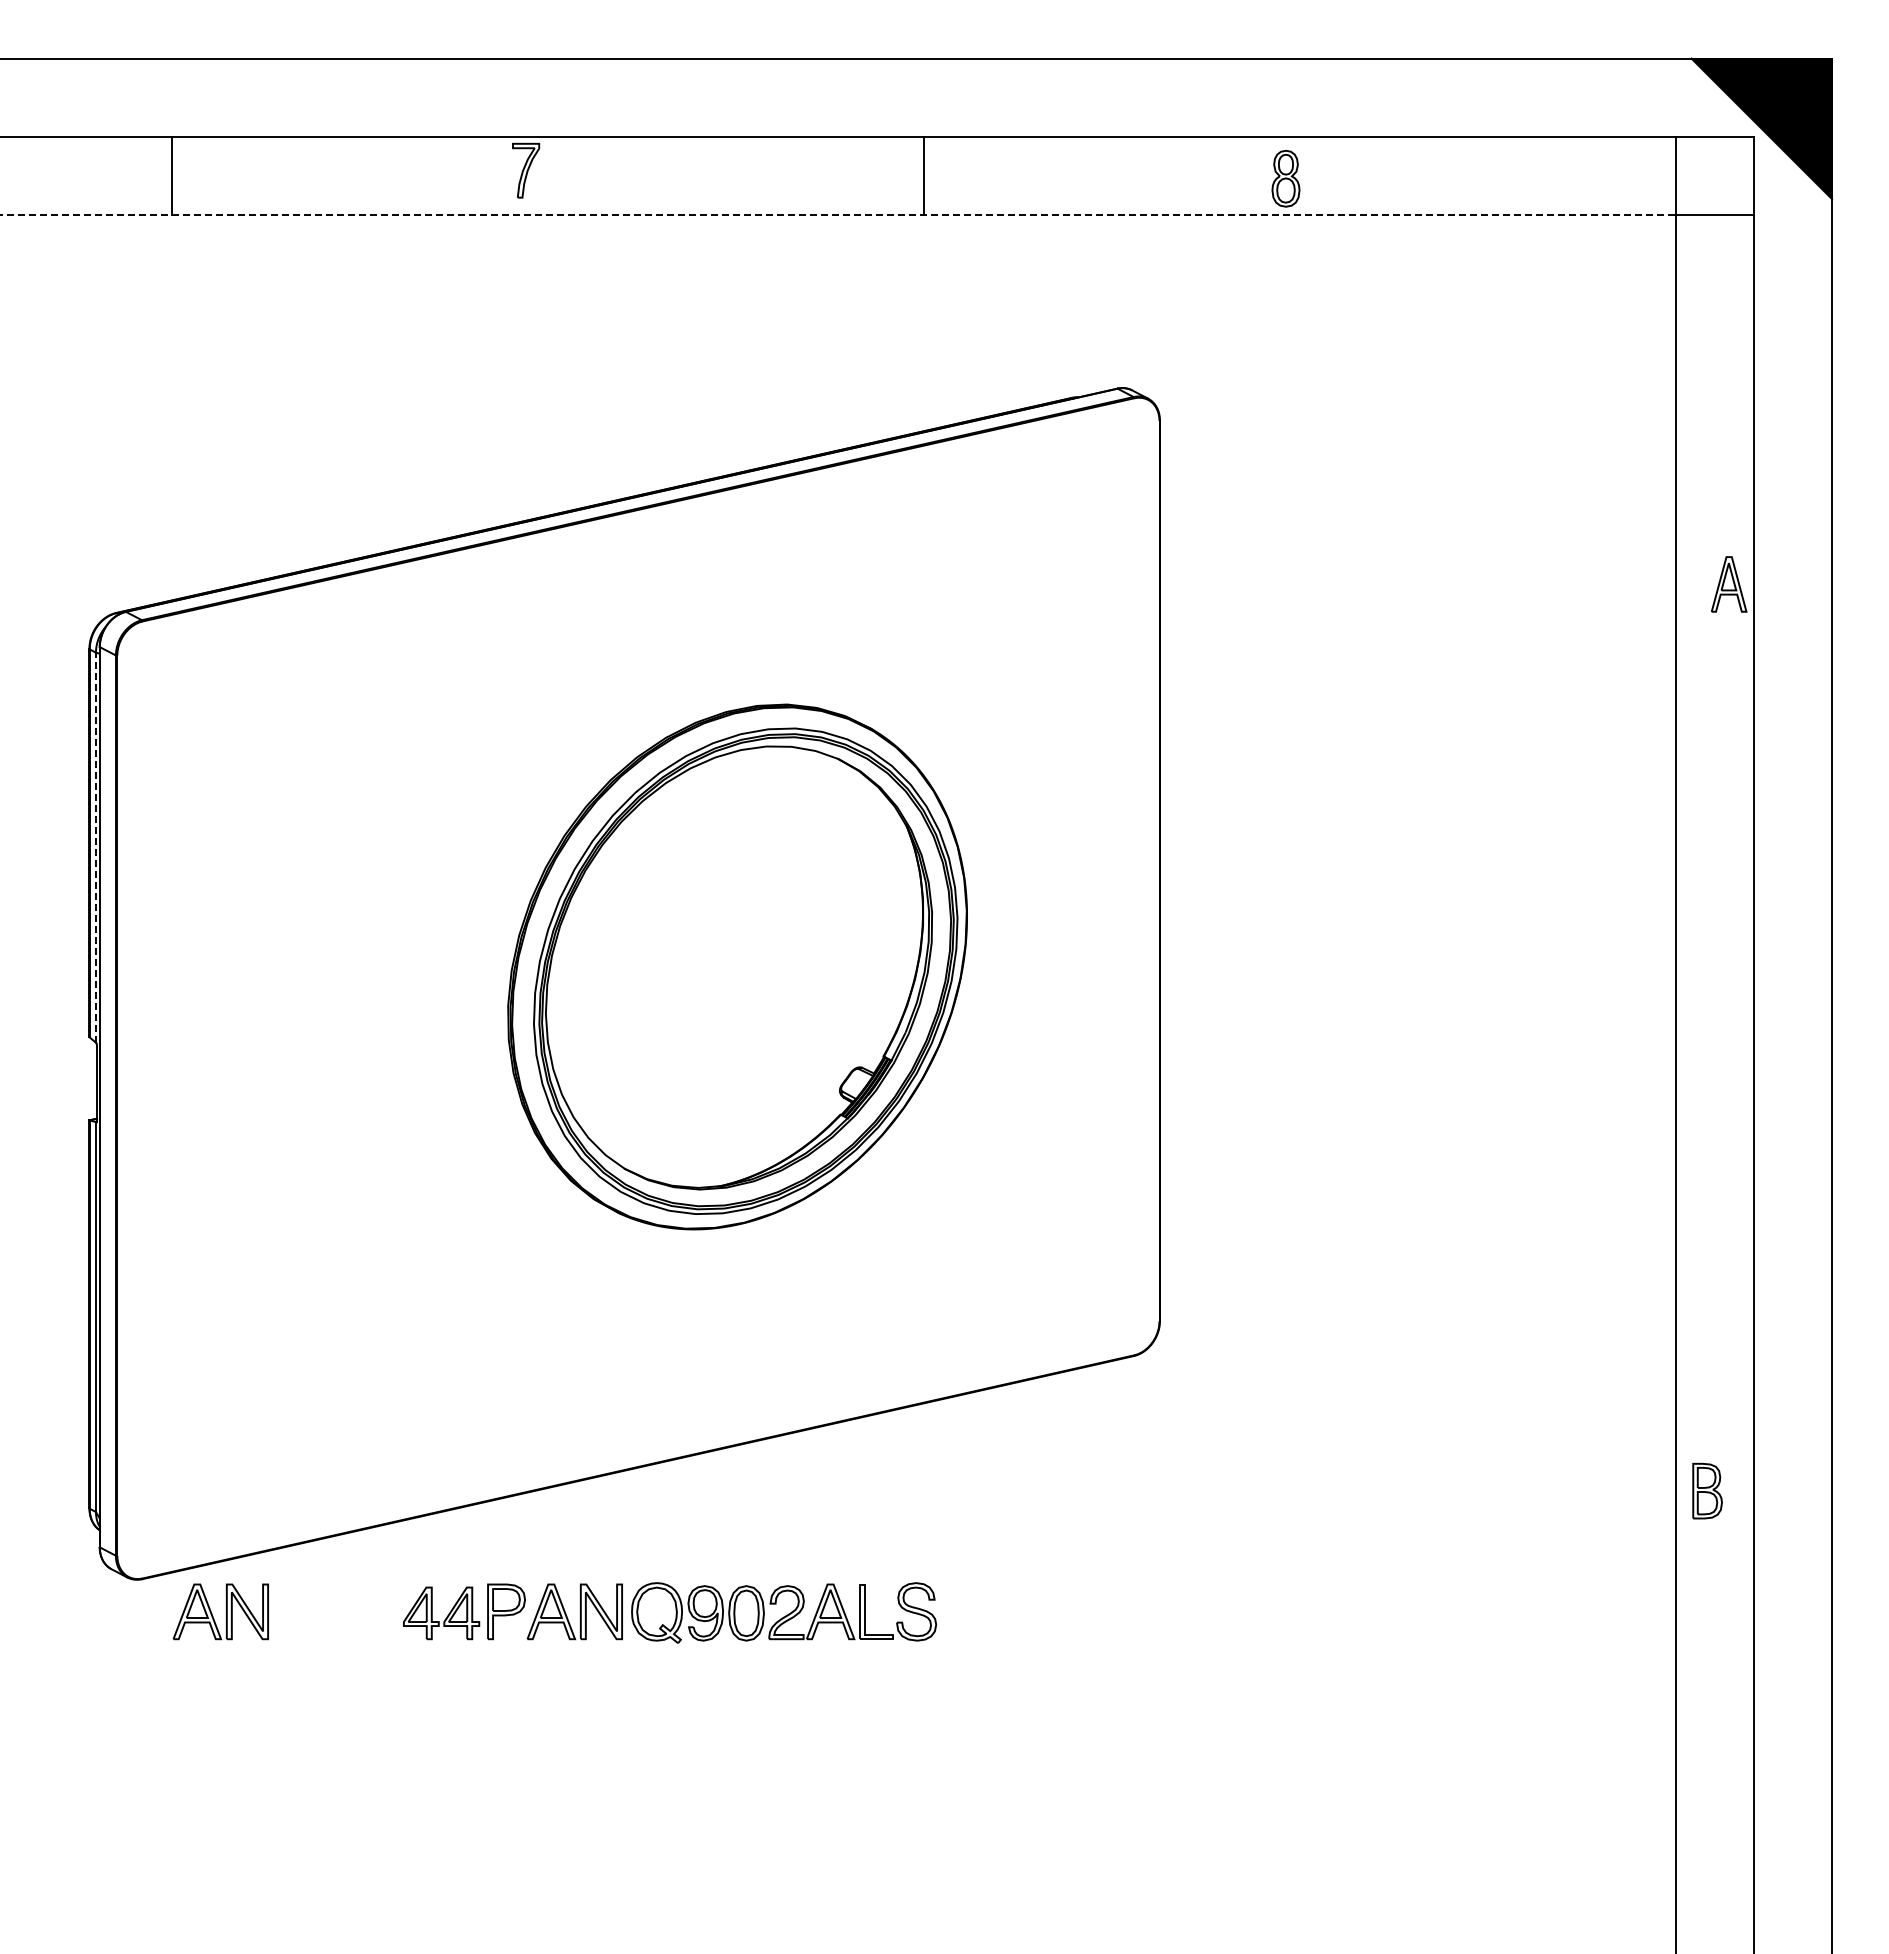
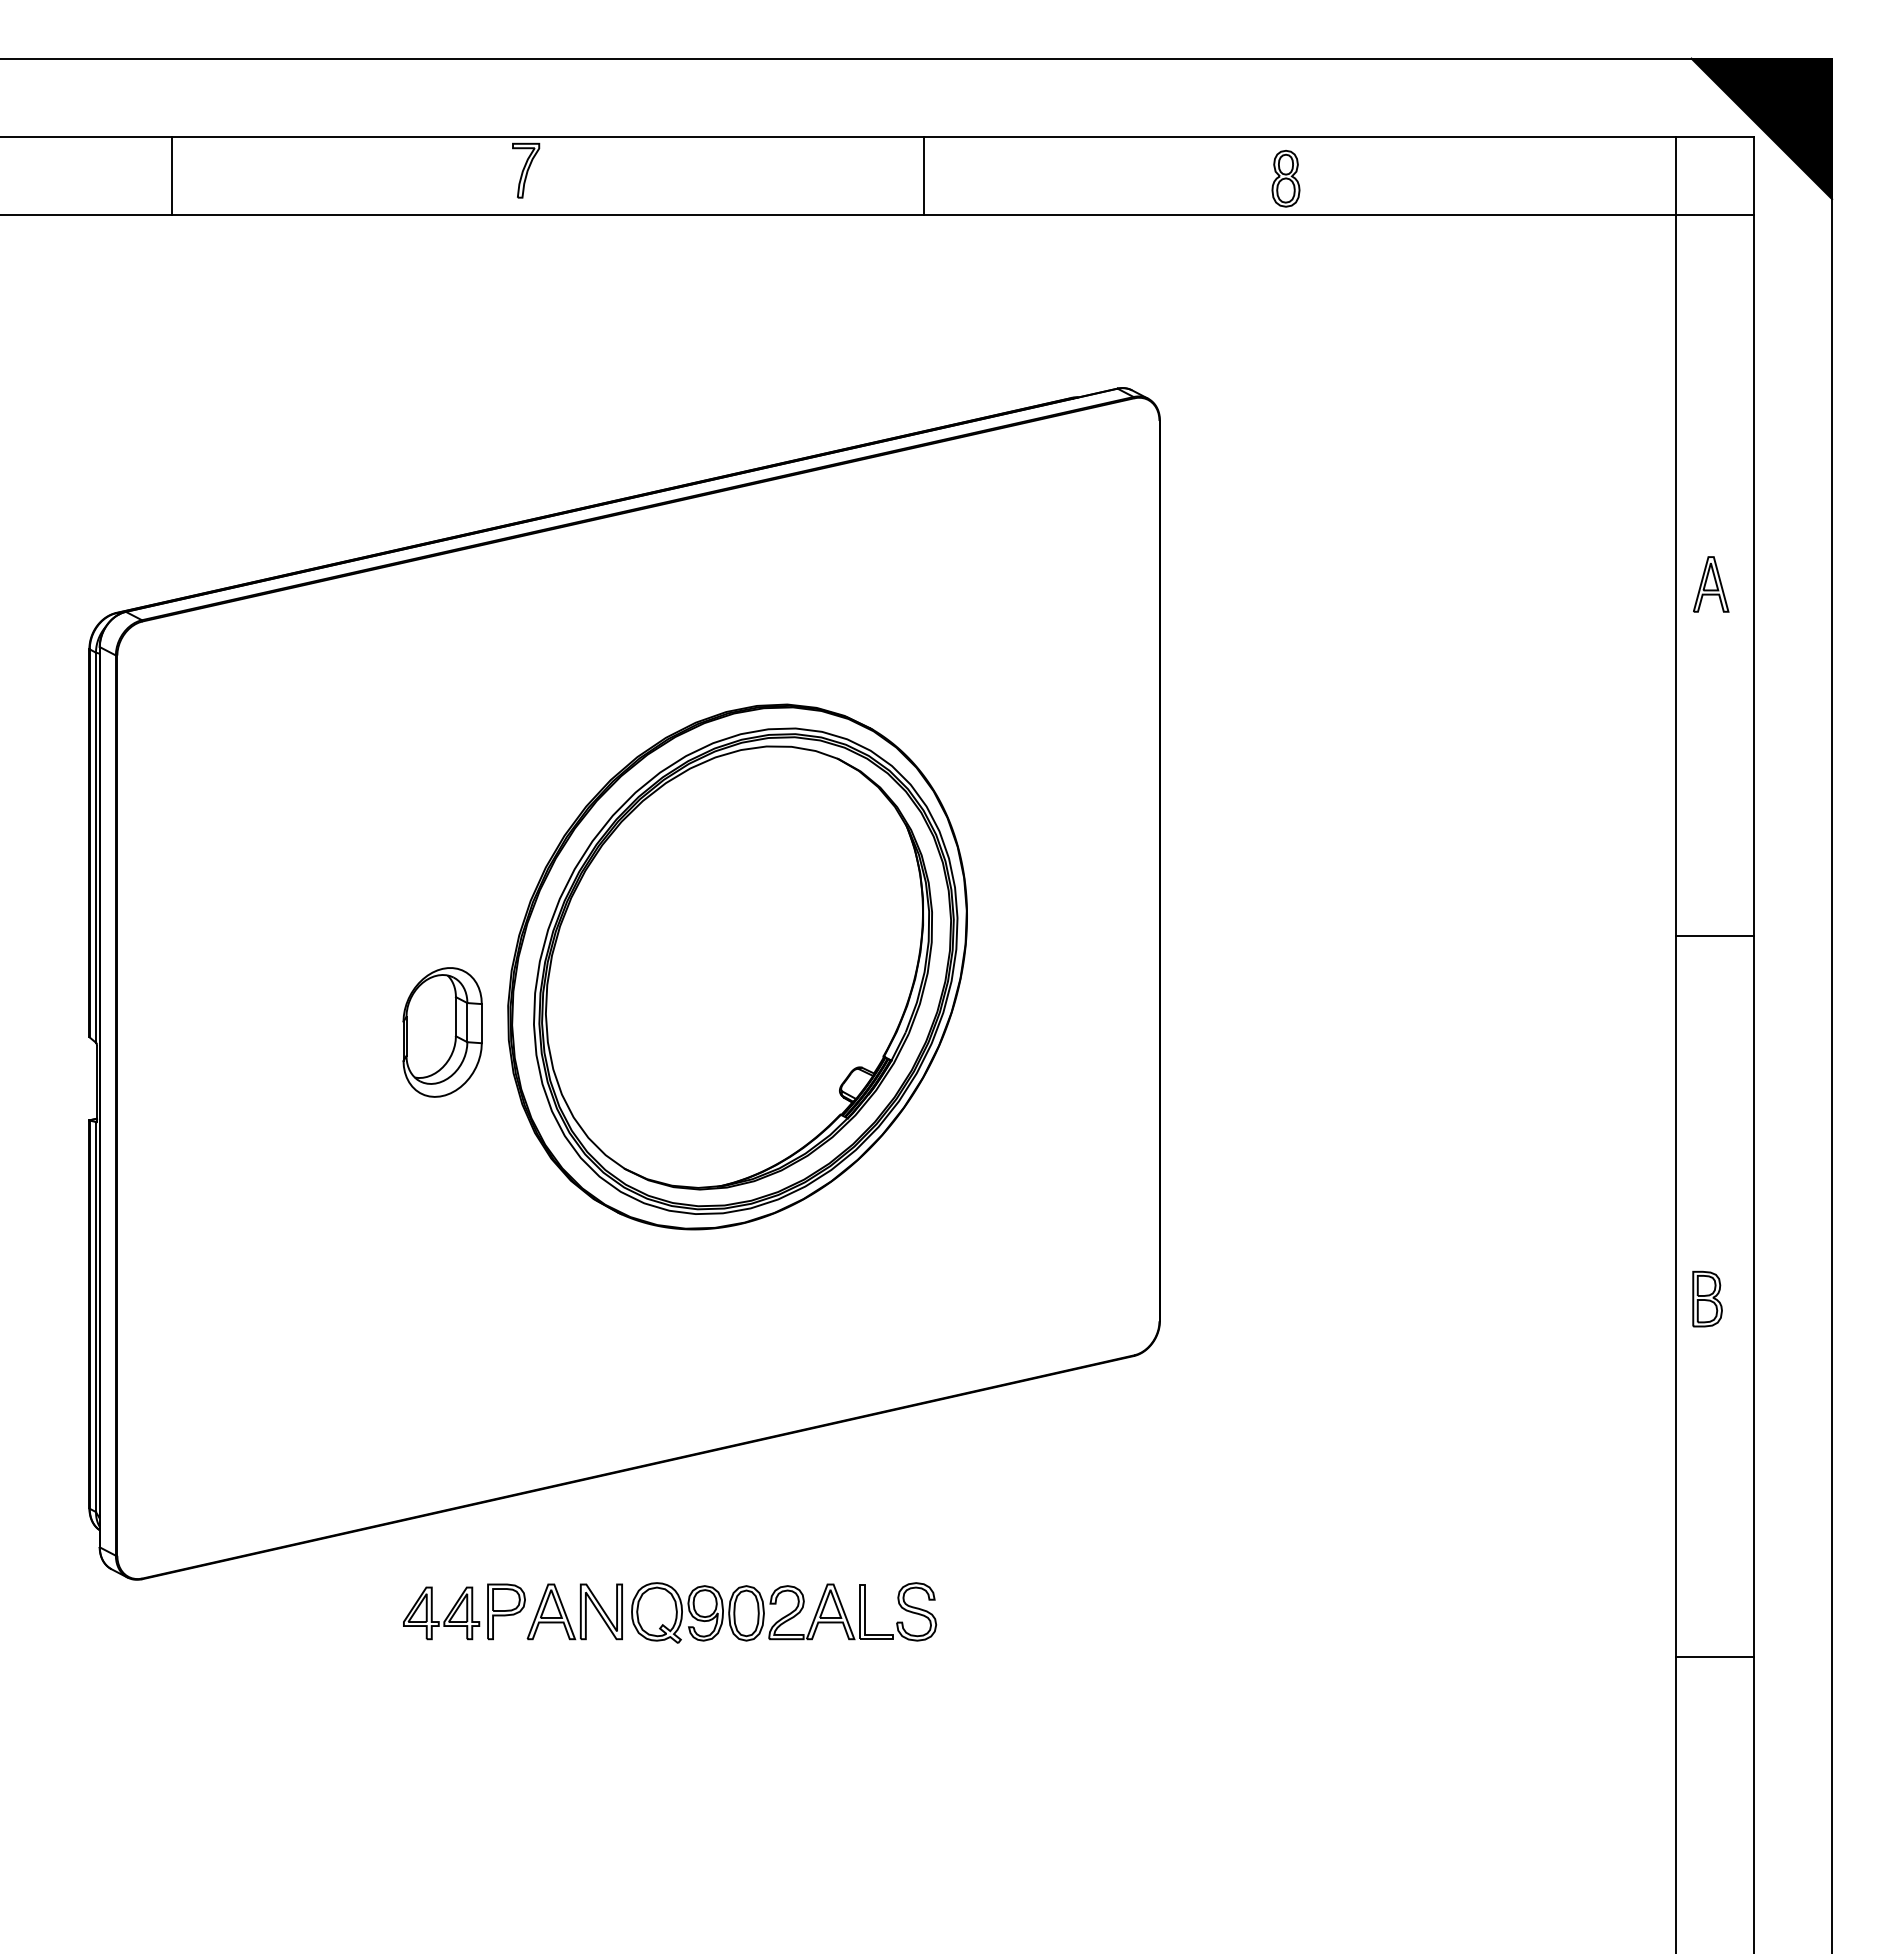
line at (838, 214): dashed -> solid
part at (1729, 584) position: (1729, 584) -> (1711, 584)
line at (95, 847): dashed -> solid
line at (1714, 935): none -> present
part at (442, 1032): none -> present
part at (1707, 1490) position: (1707, 1490) -> (1707, 1298)
part at (220, 1611): present -> none
line at (1714, 1657): none -> present
